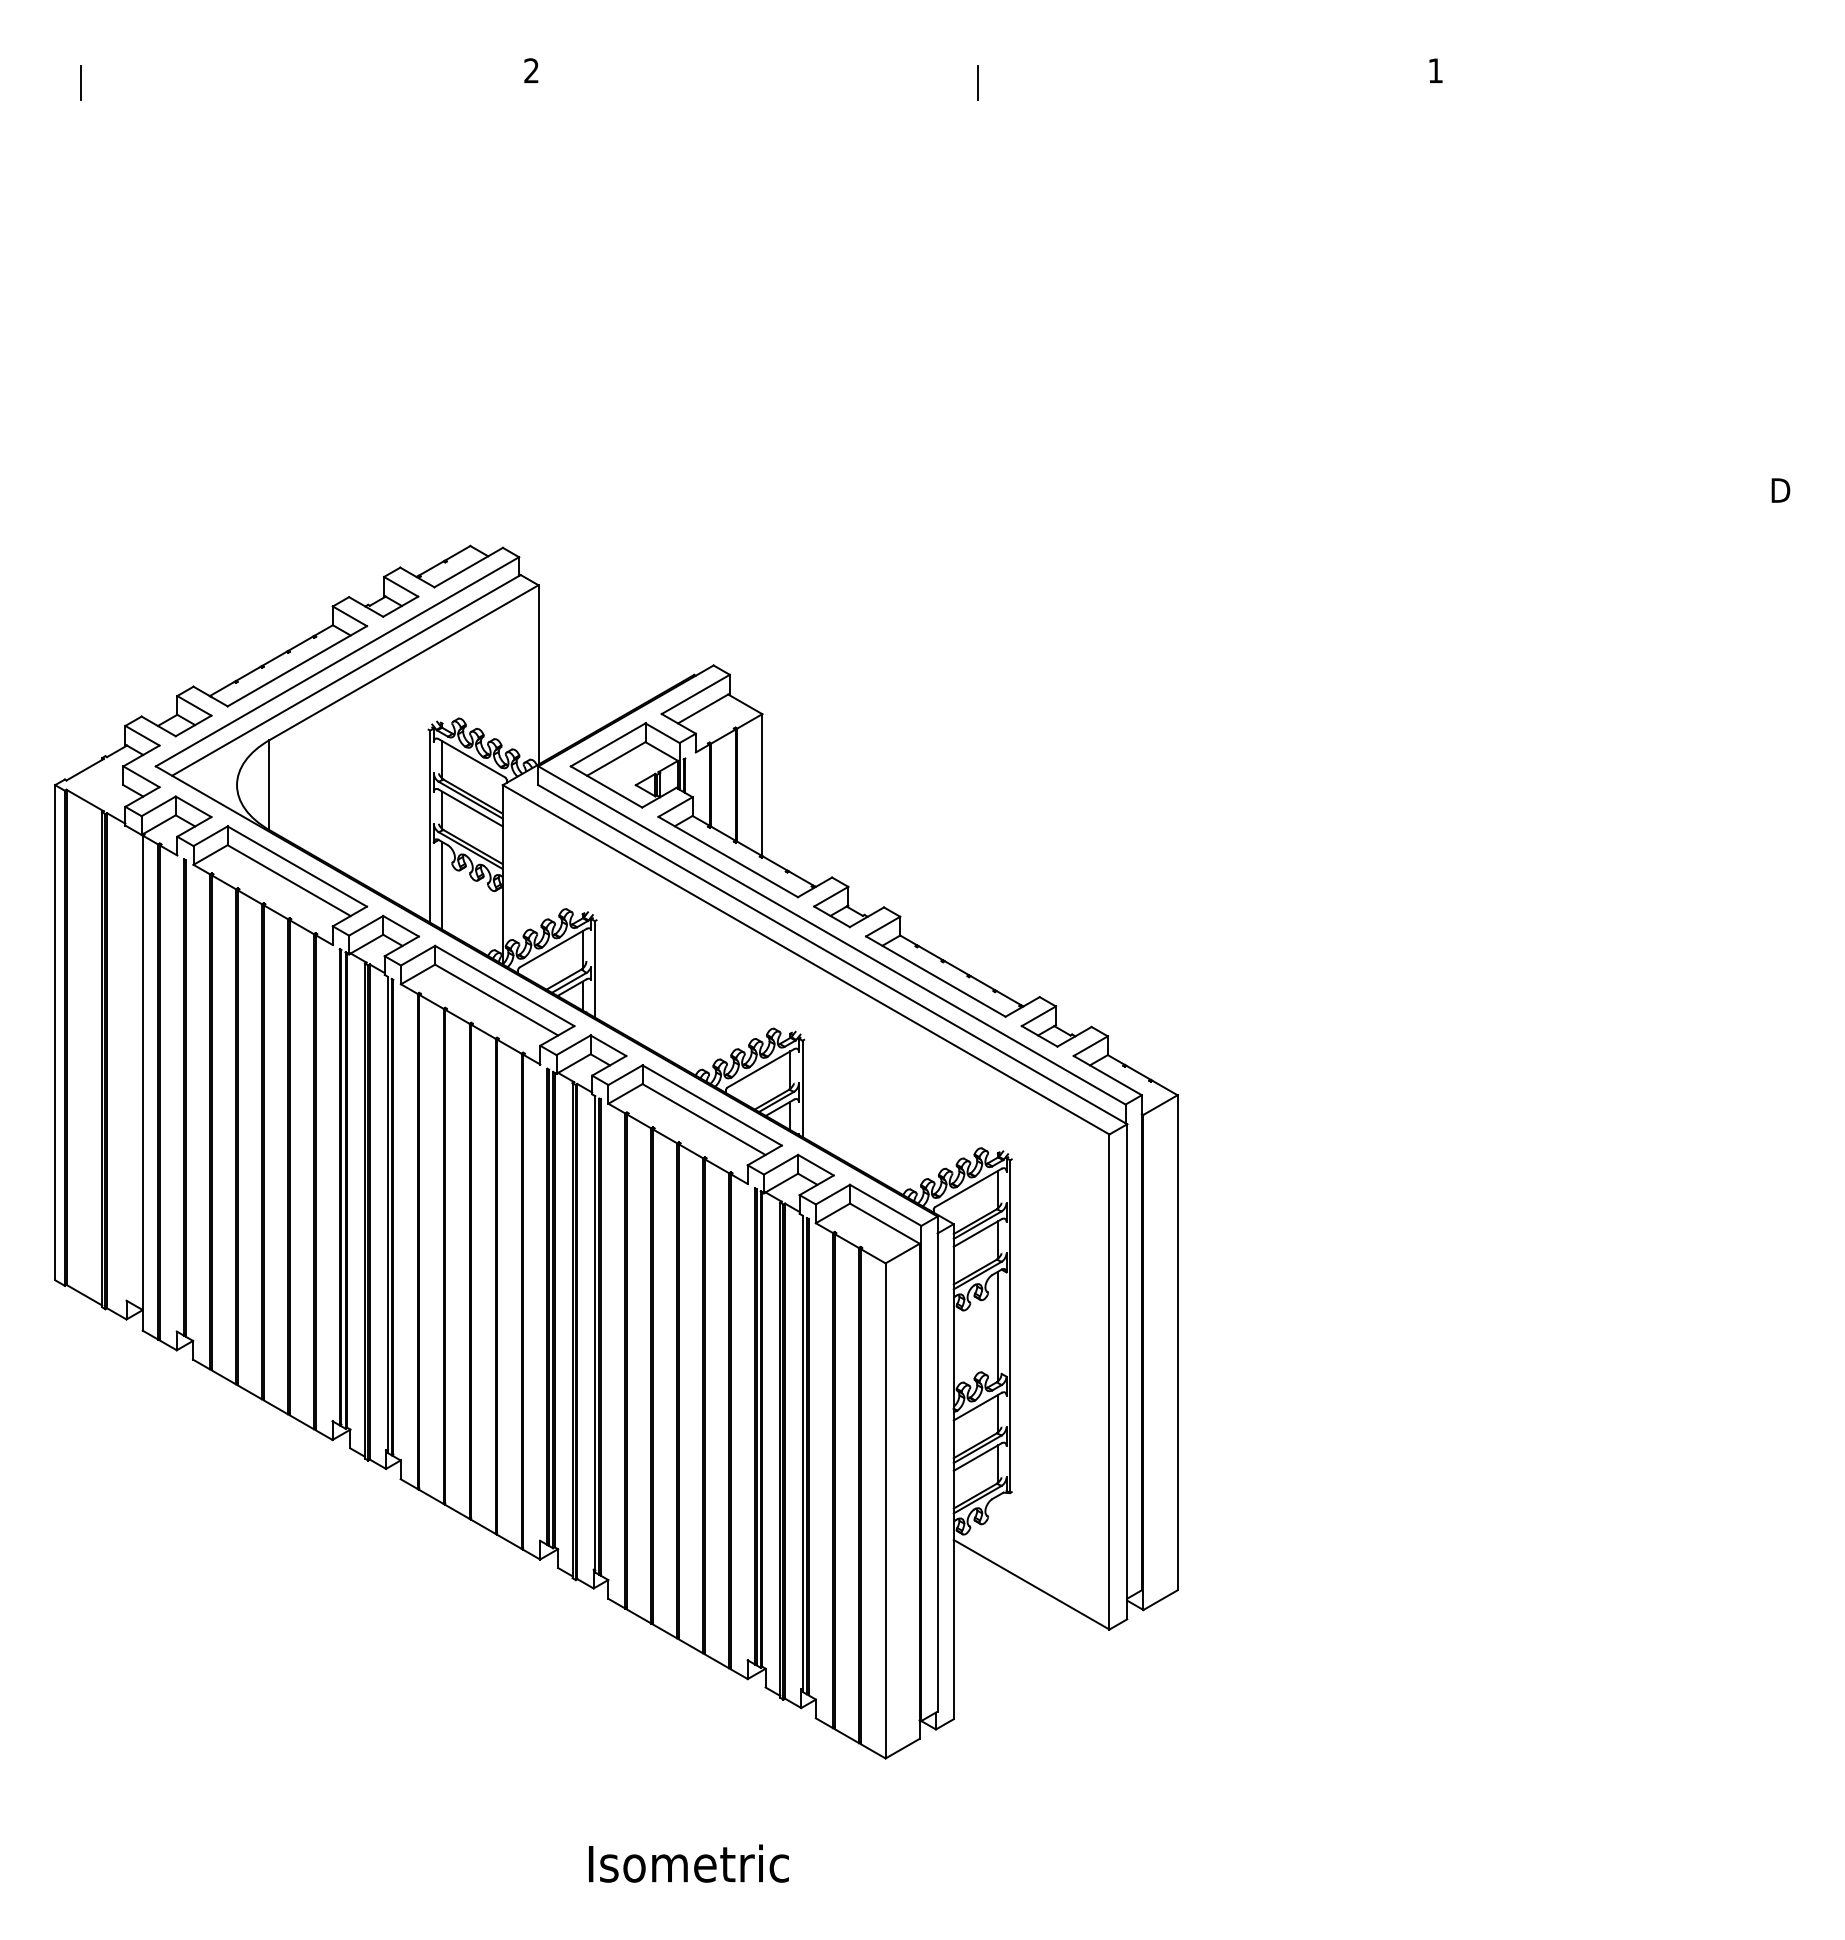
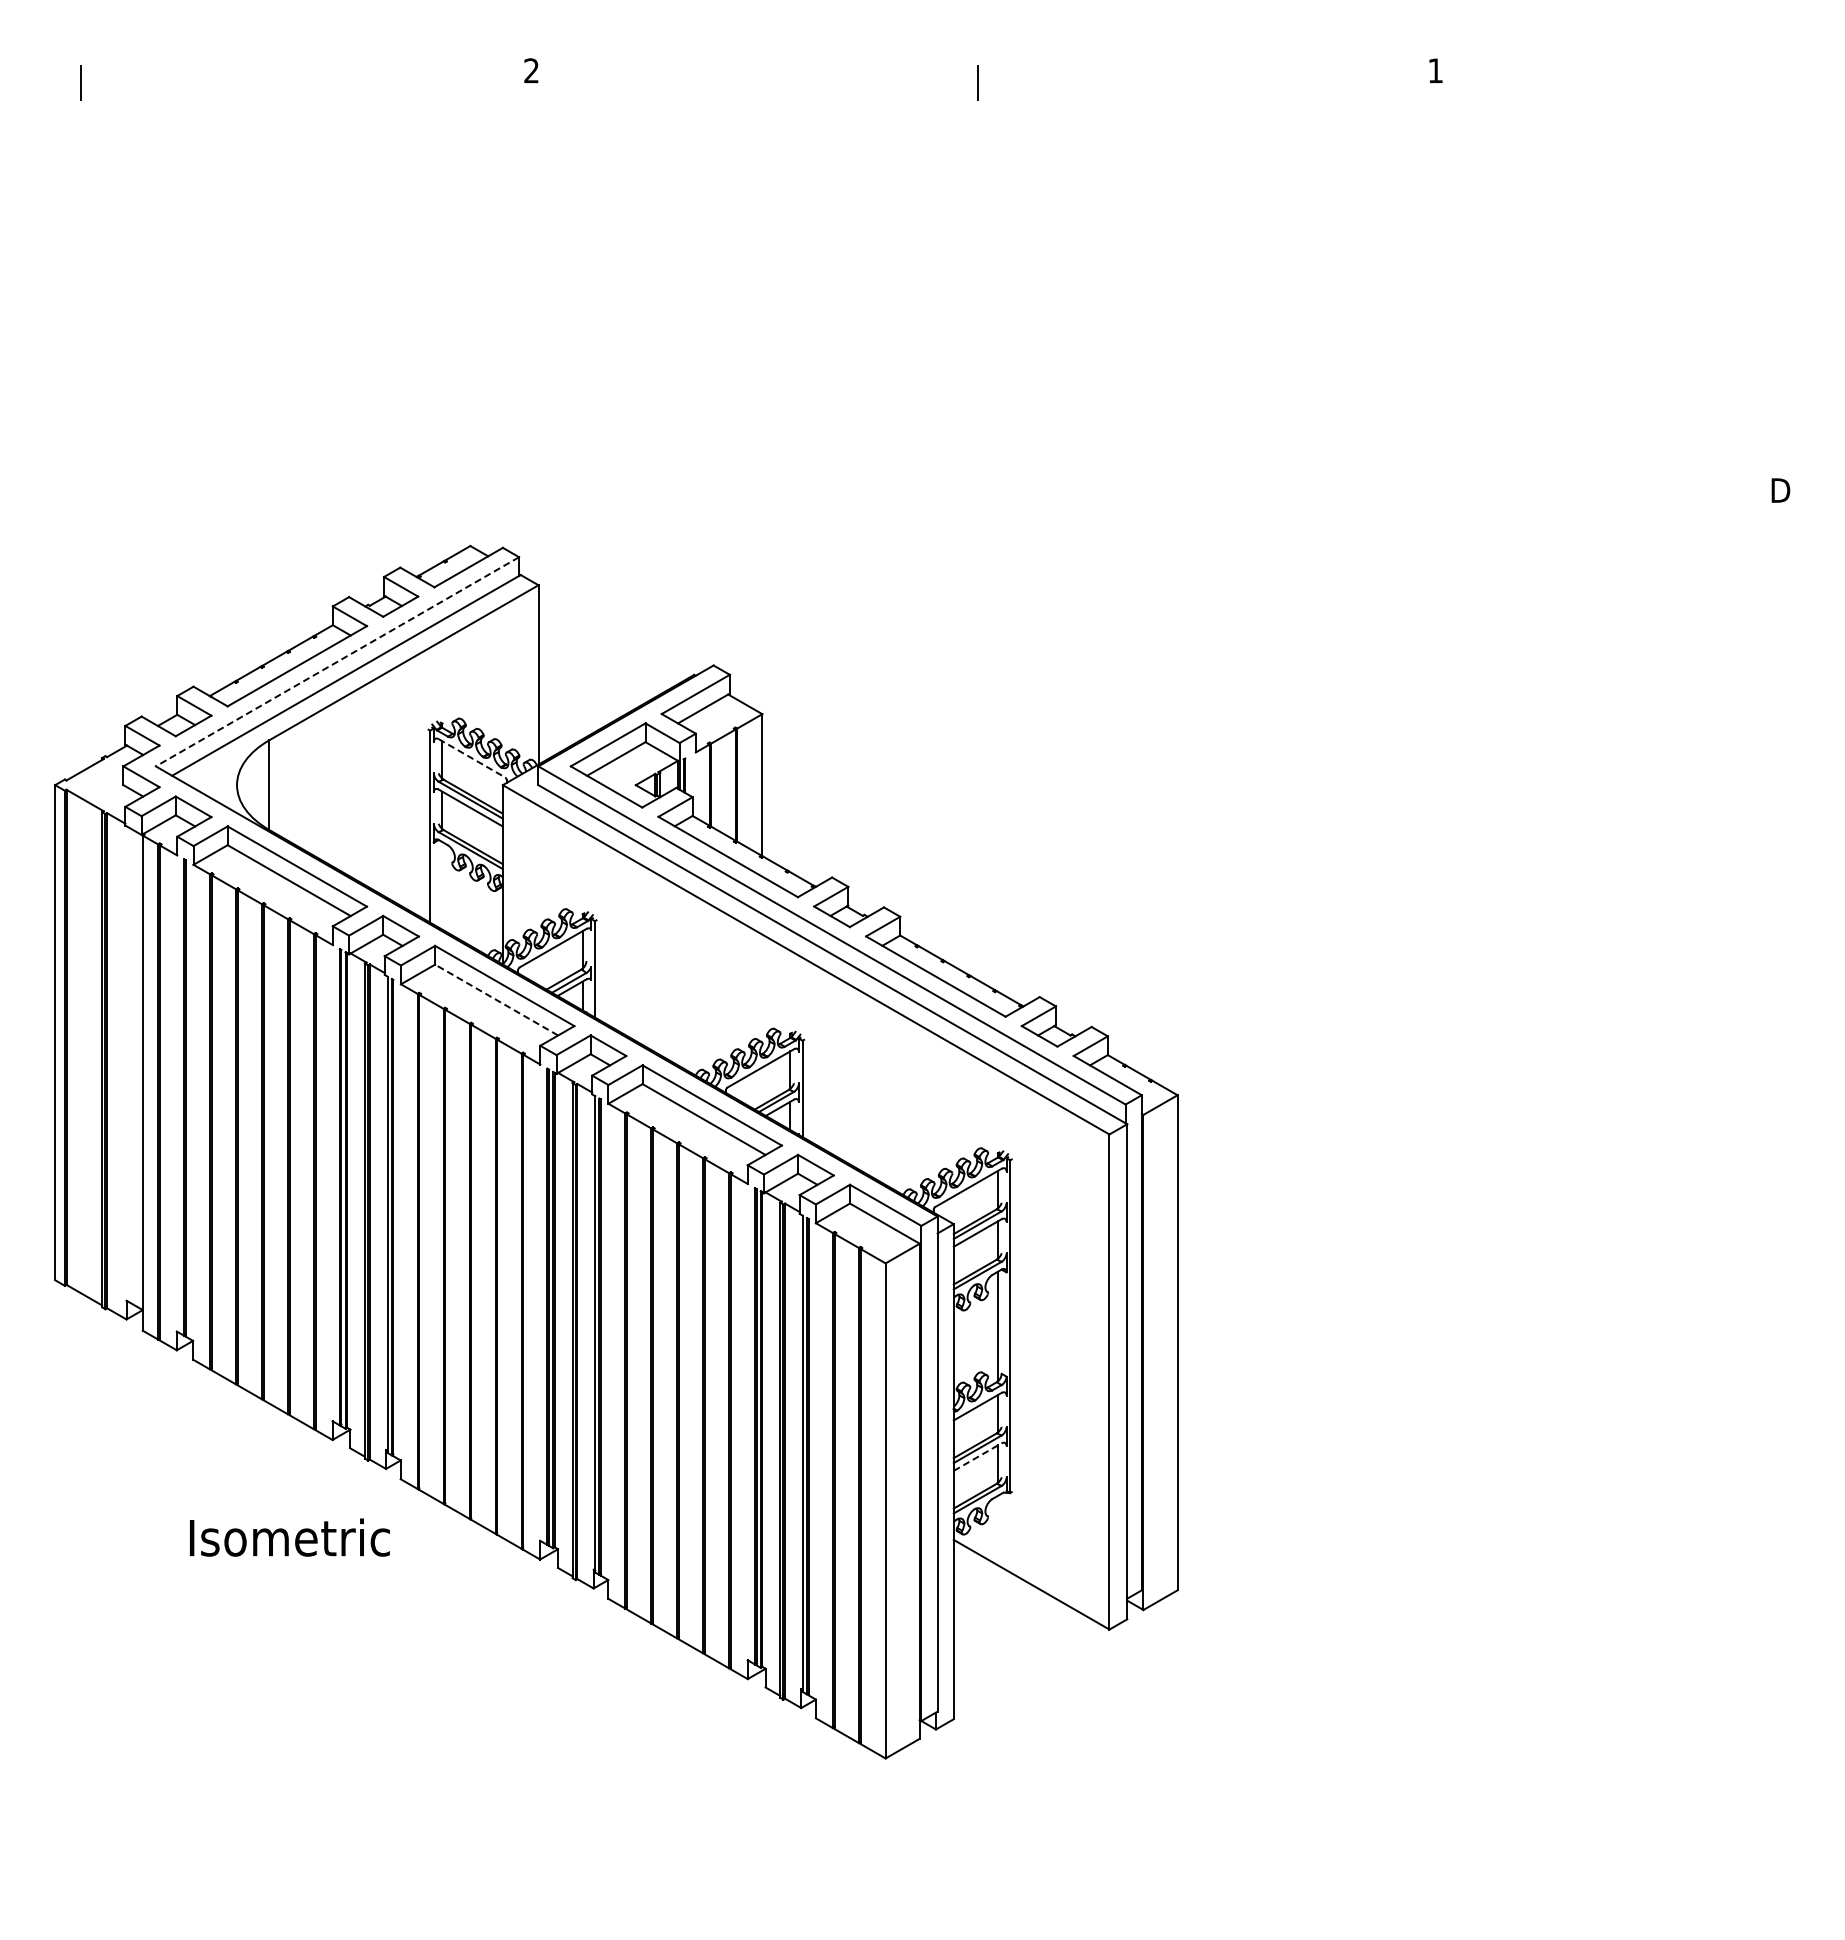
line at (337, 661): solid -> dashed
line at (472, 758): solid -> dashed
line at (442, 885): present -> none
line at (496, 1000): solid -> dashed
line at (977, 1457): solid -> dashed
text at (688, 1863) position: (688, 1863) -> (289, 1537)
